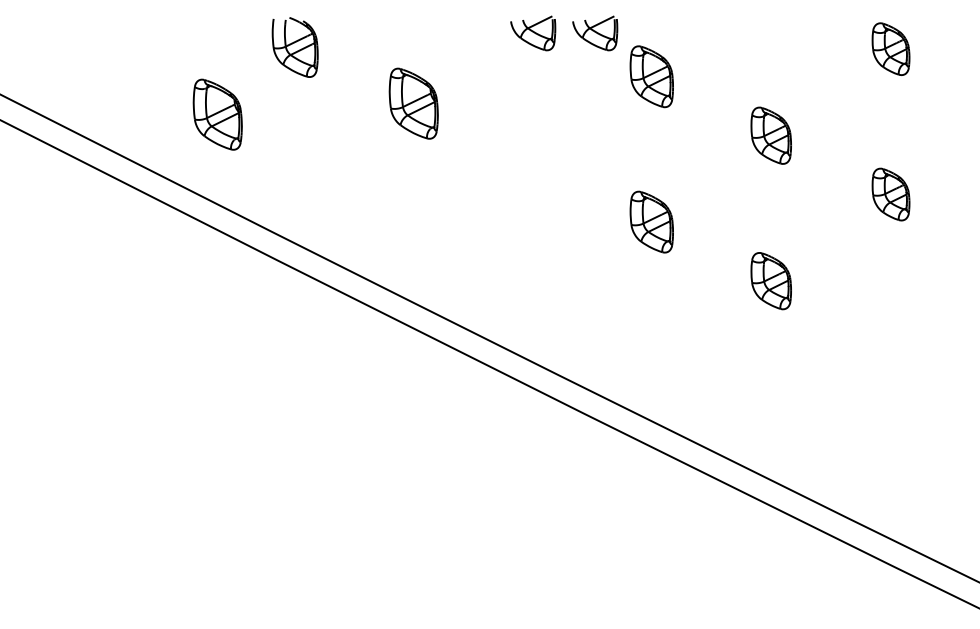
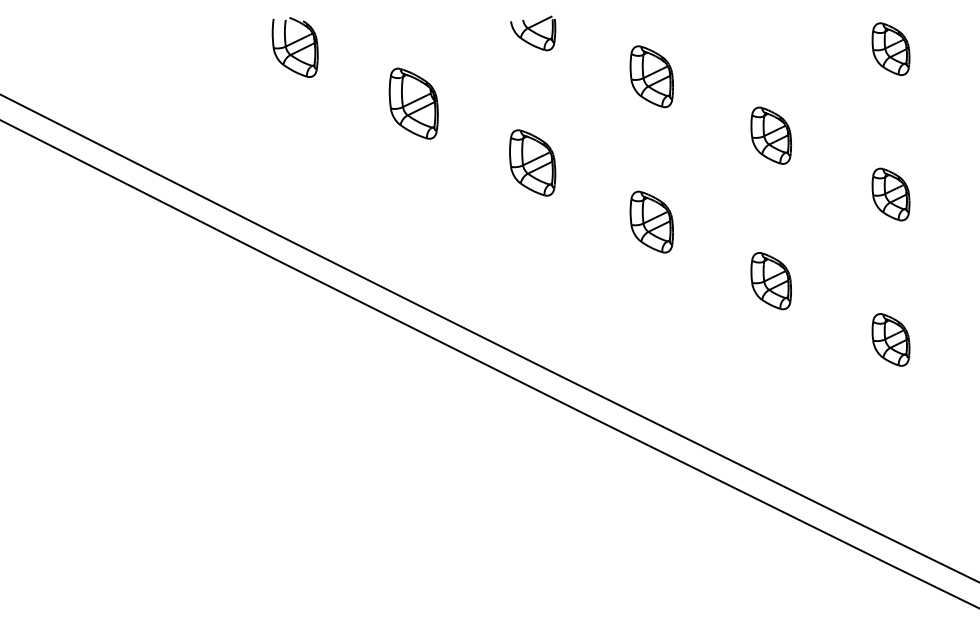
part at (595, 33): present -> none
part at (217, 114): present -> none
part at (532, 162): none -> present
part at (890, 339): none -> present
